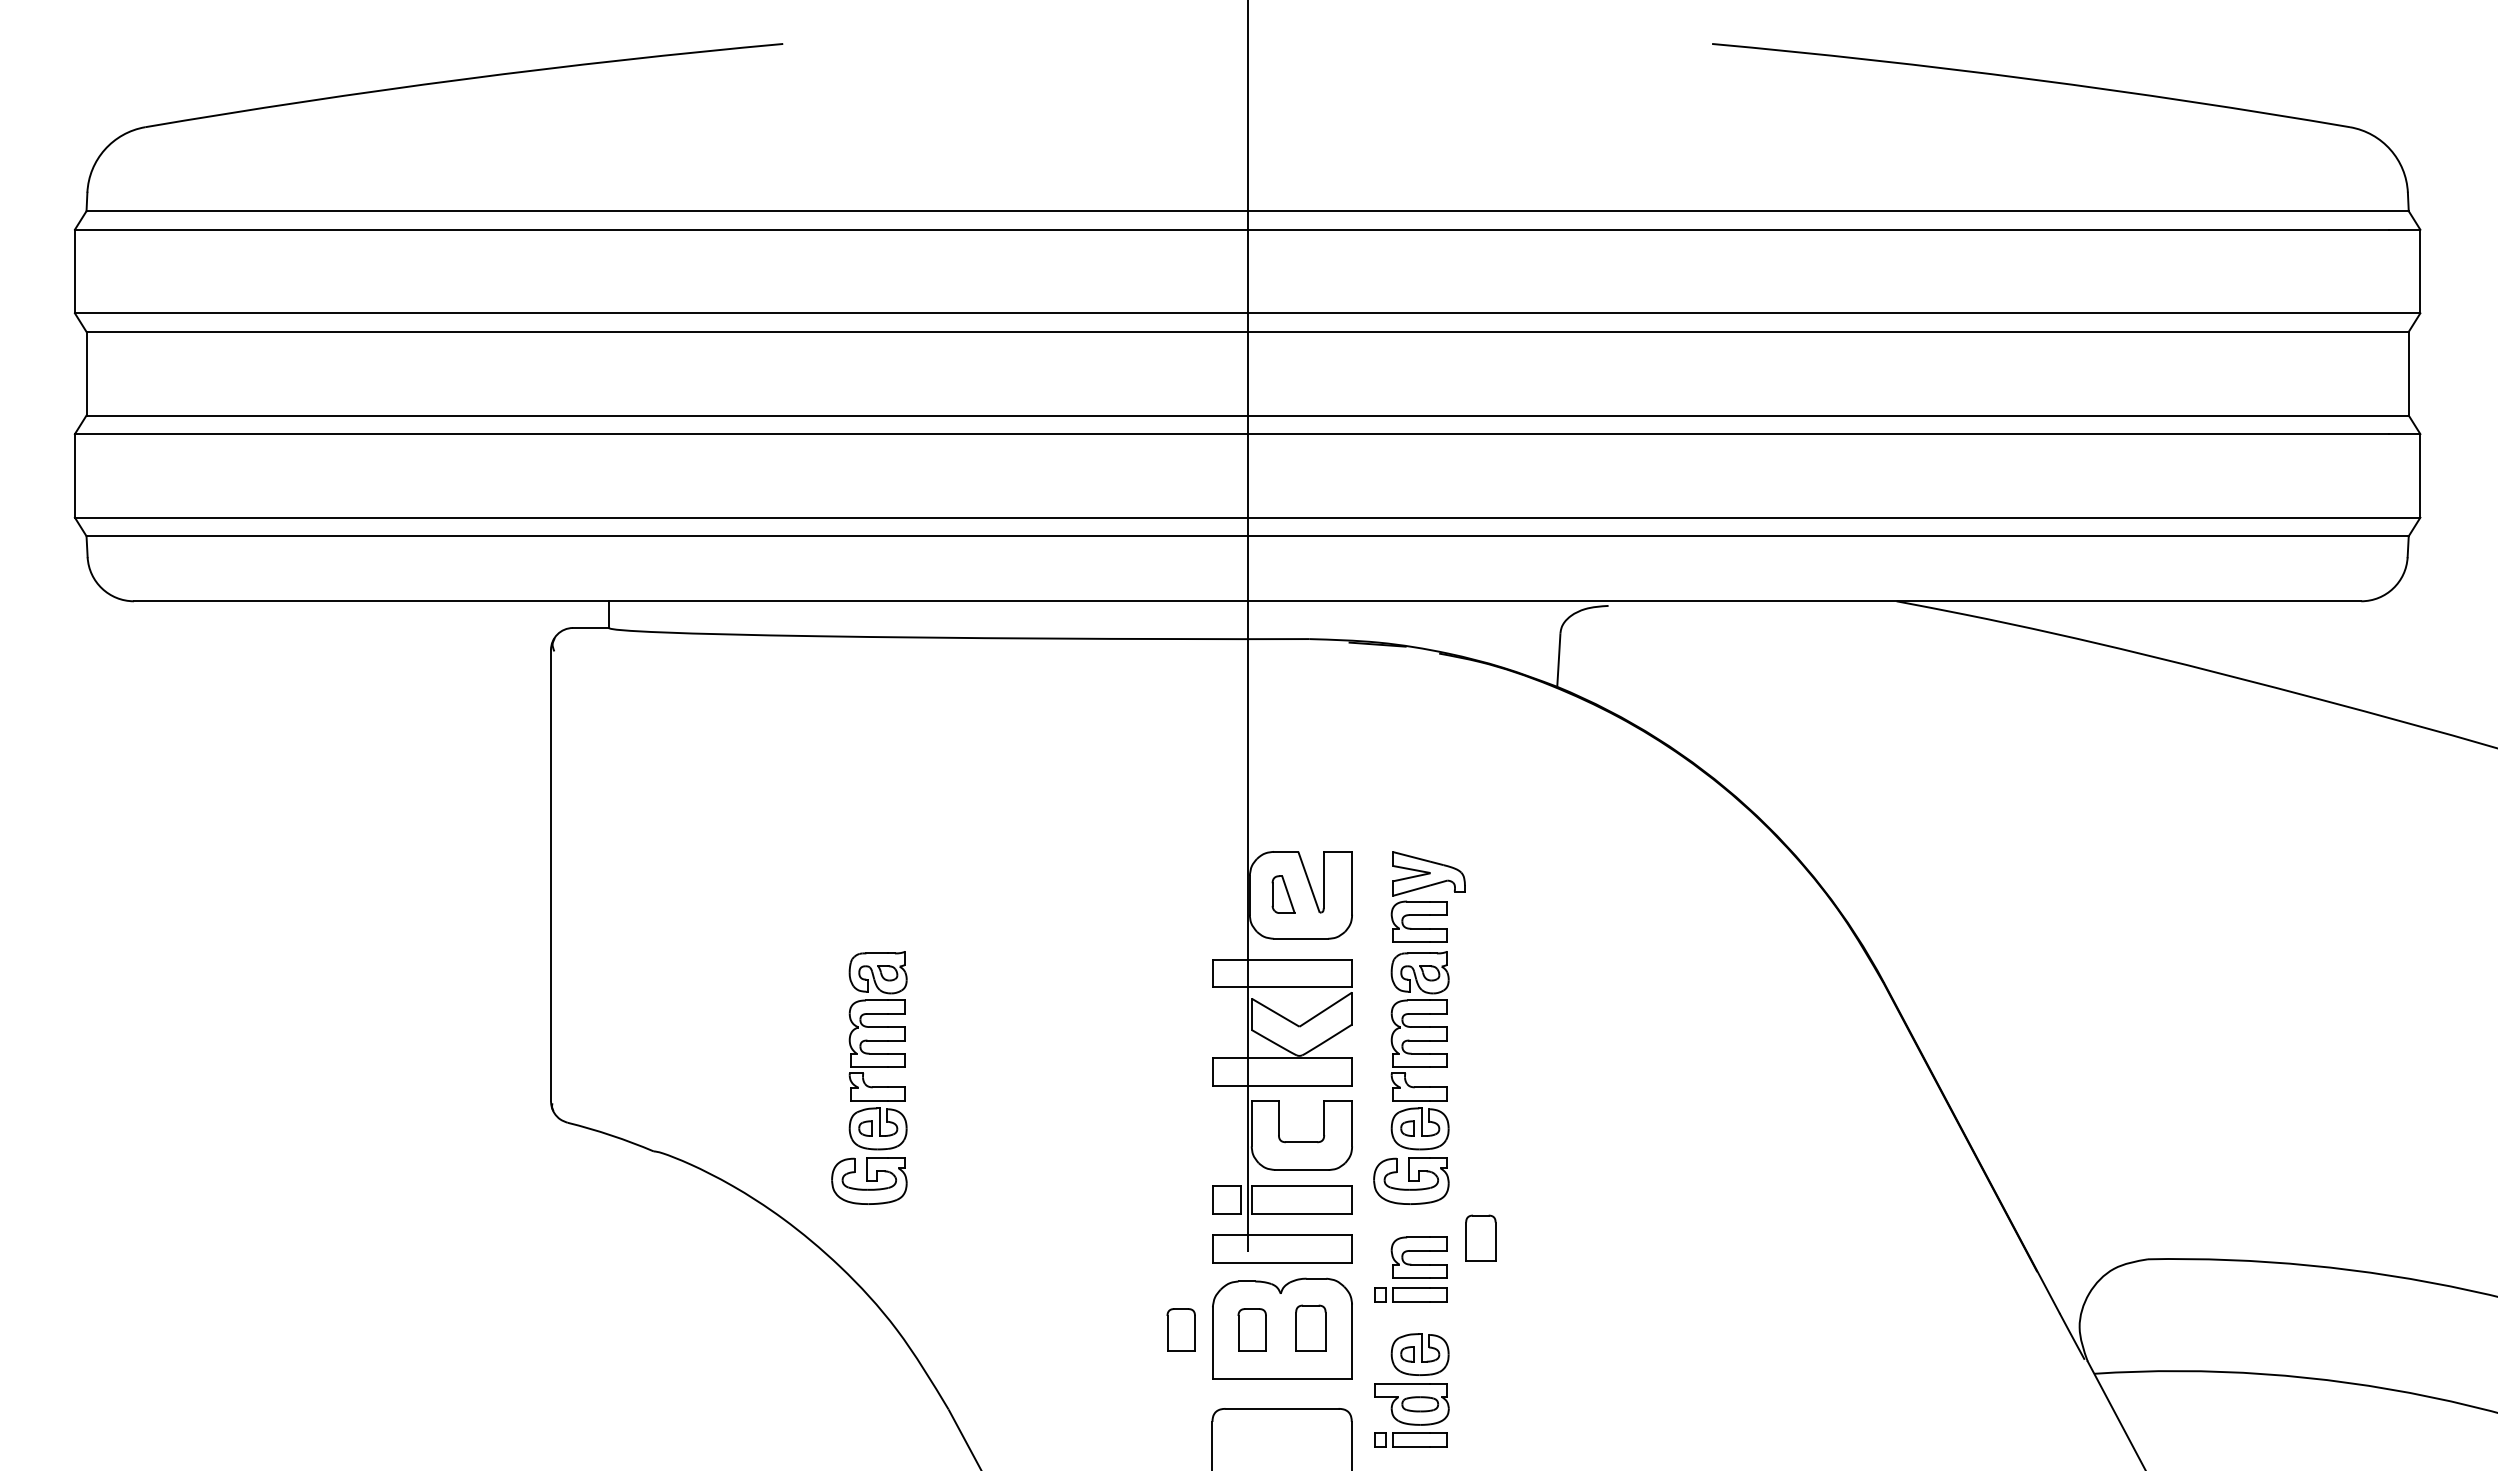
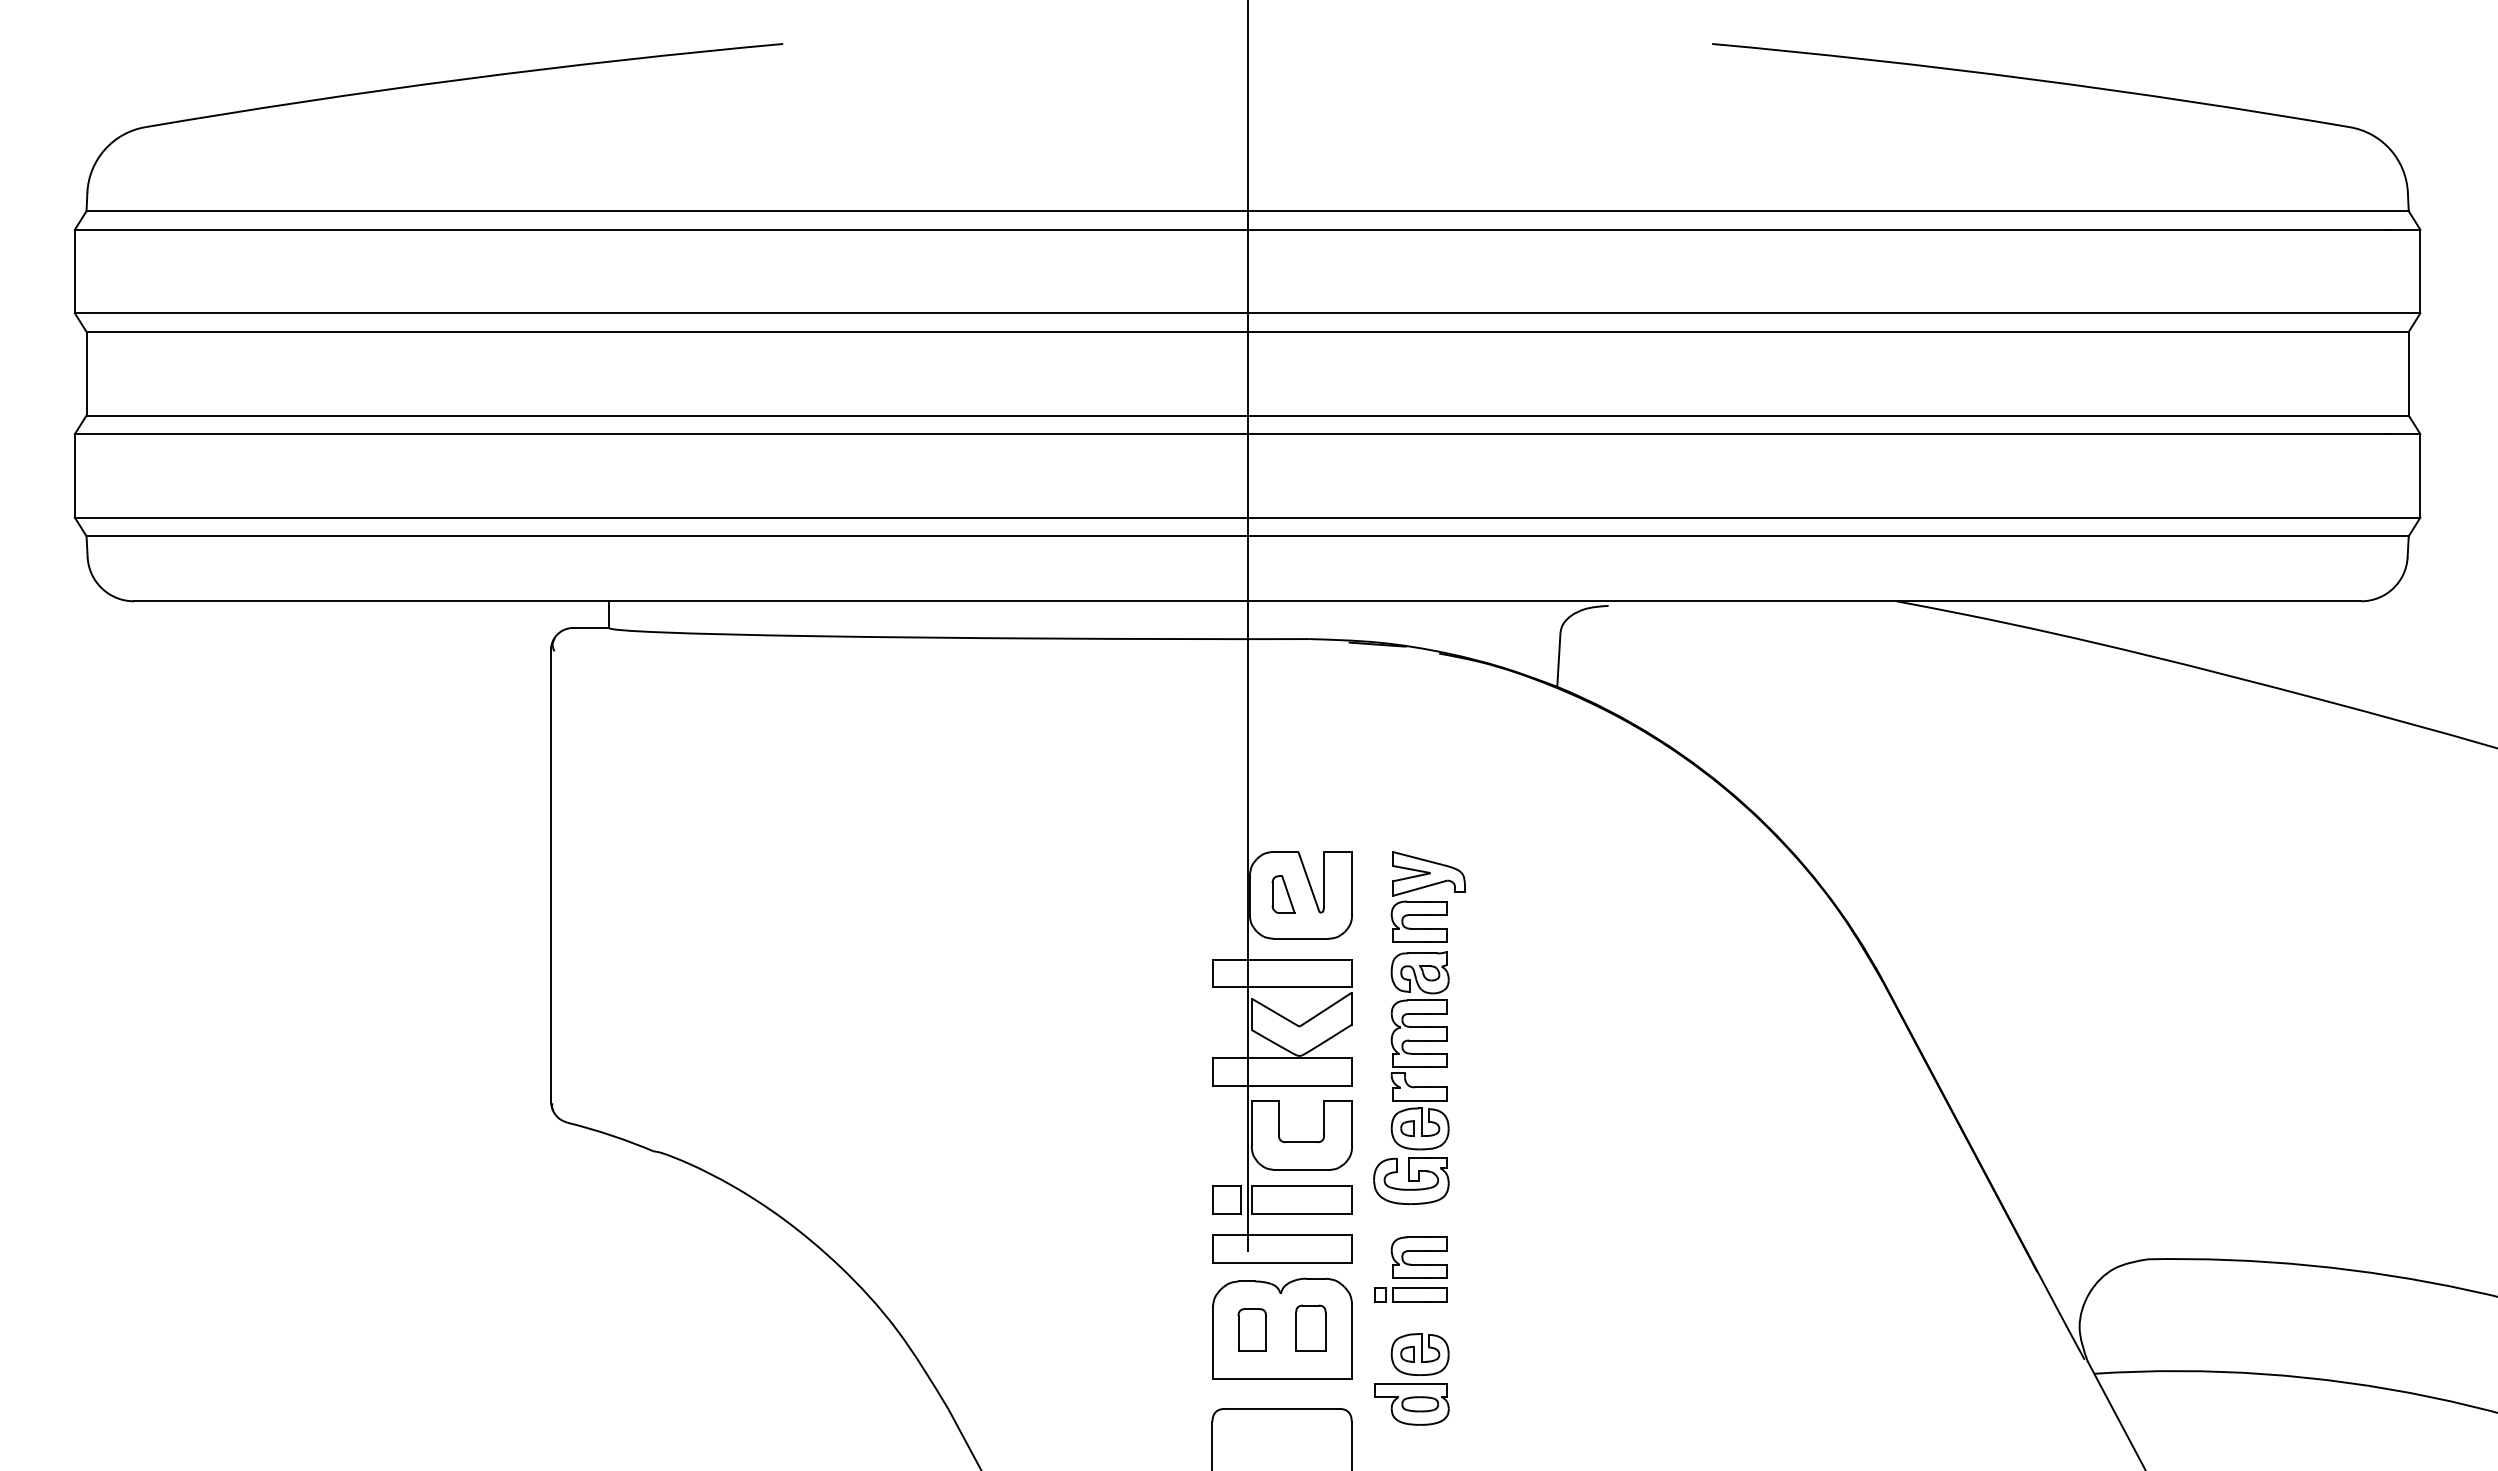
part at (869, 1077): present -> none
part at (1480, 1237): present -> none
part at (1180, 1329): present -> none
part at (1410, 1439): present -> none
